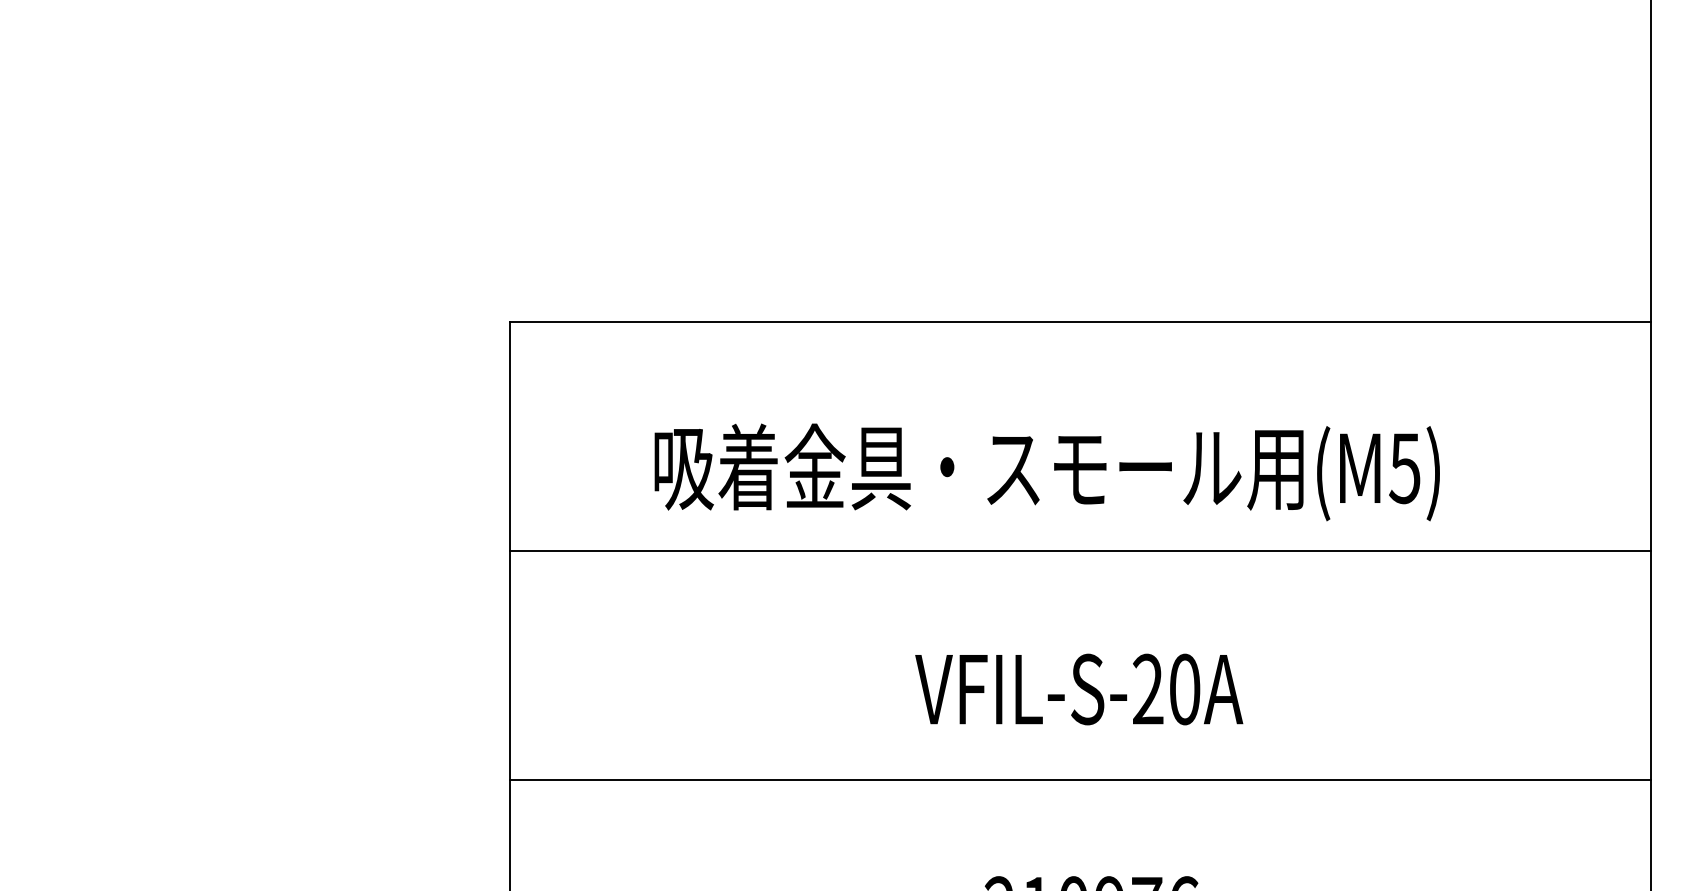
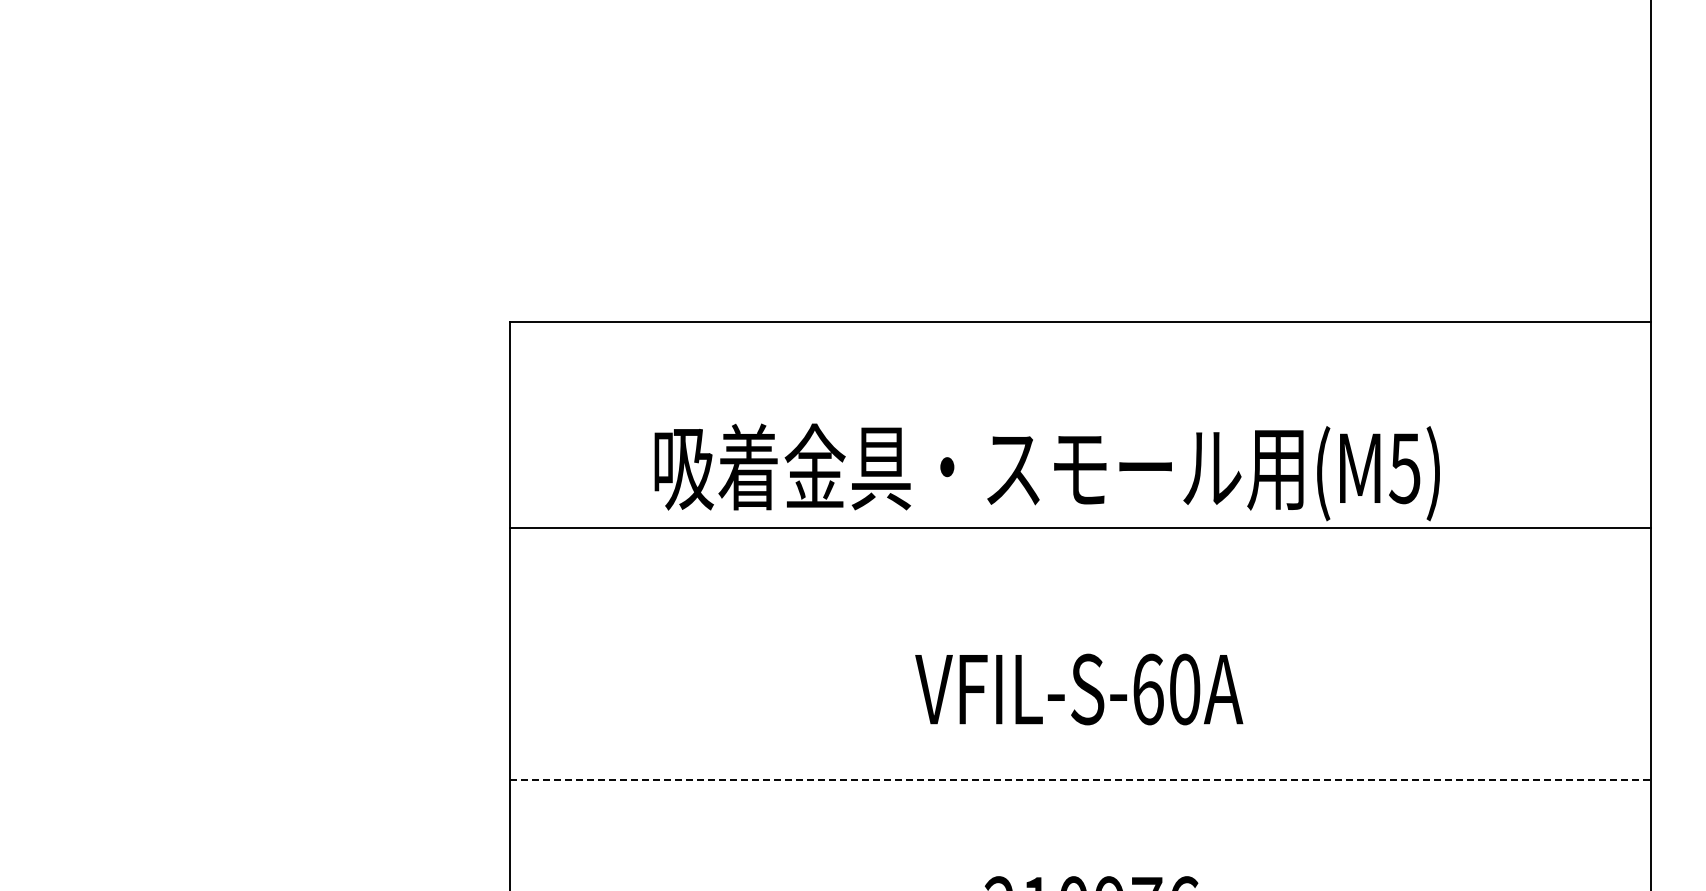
line at (1080, 551) position: (1080, 551) -> (1080, 528)
text at (1148, 689): VFIL-S-20A -> VFIL-S-60A
line at (1080, 780): solid -> dashed
